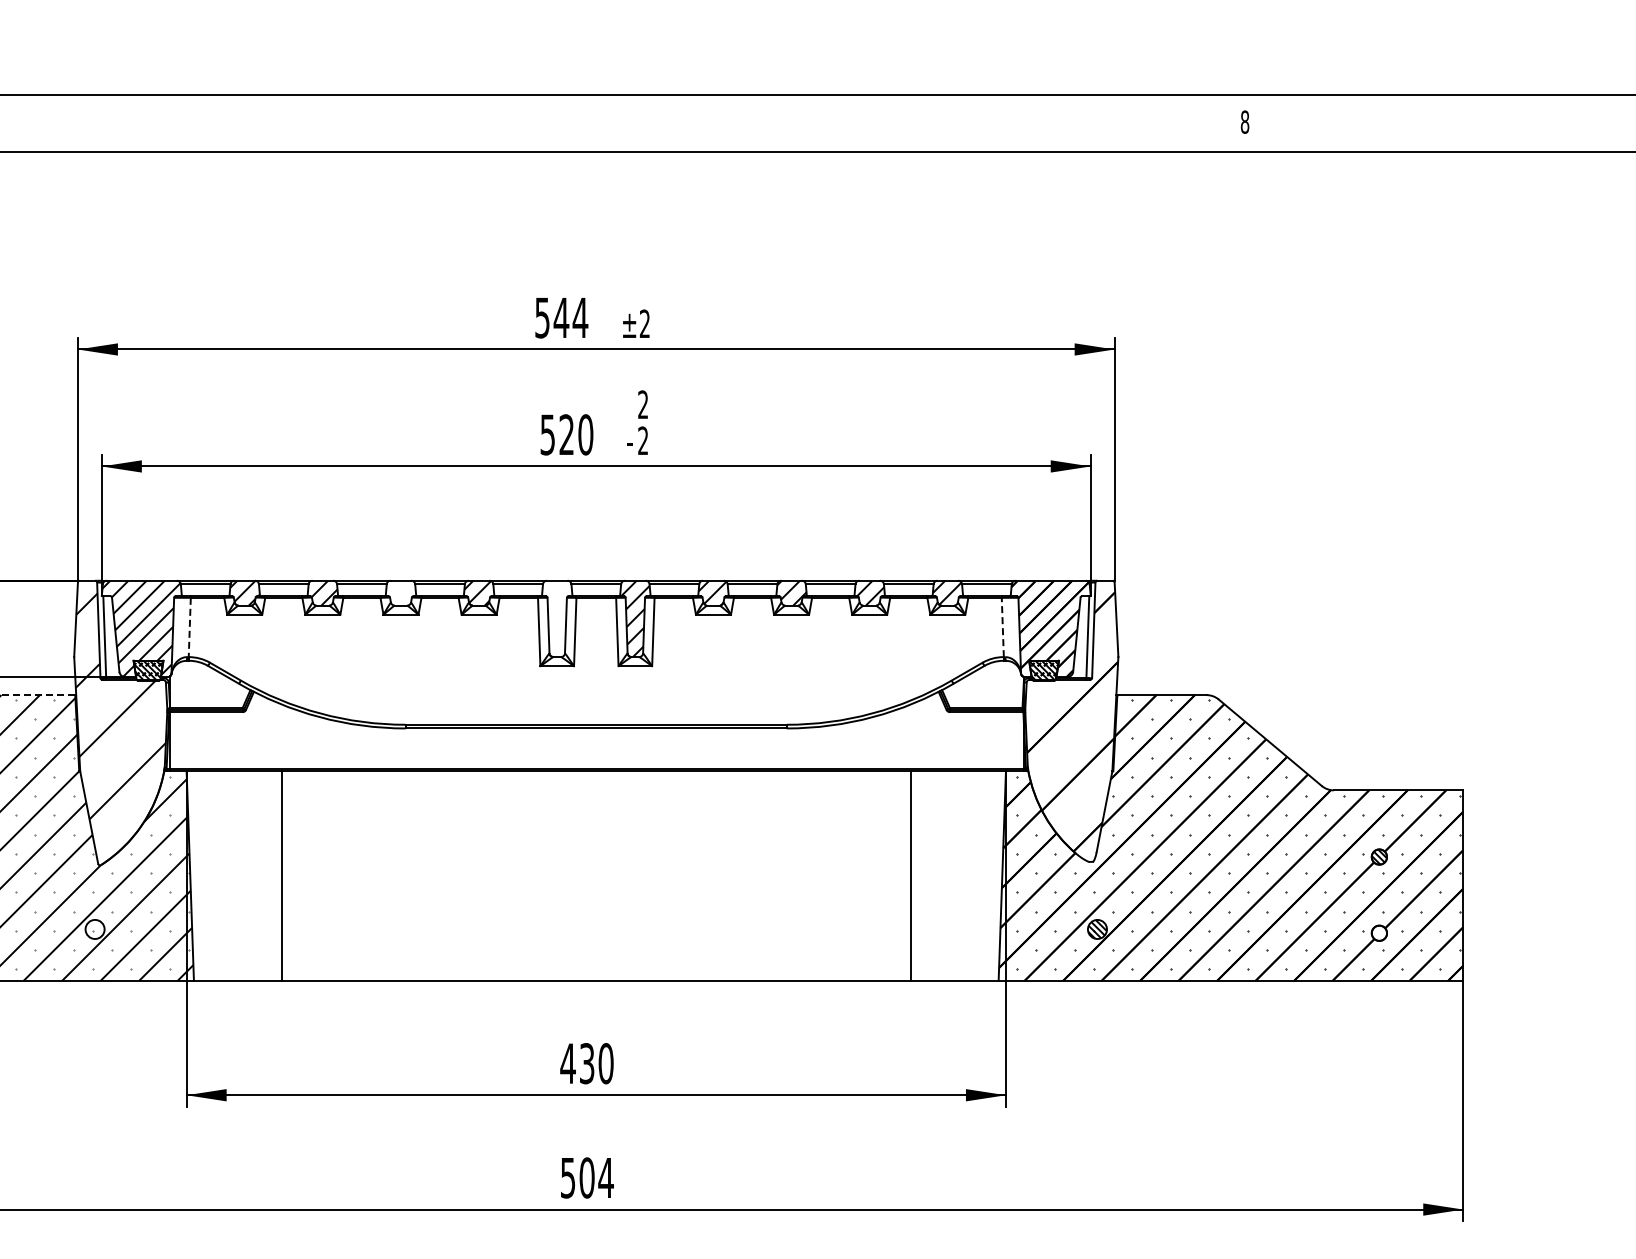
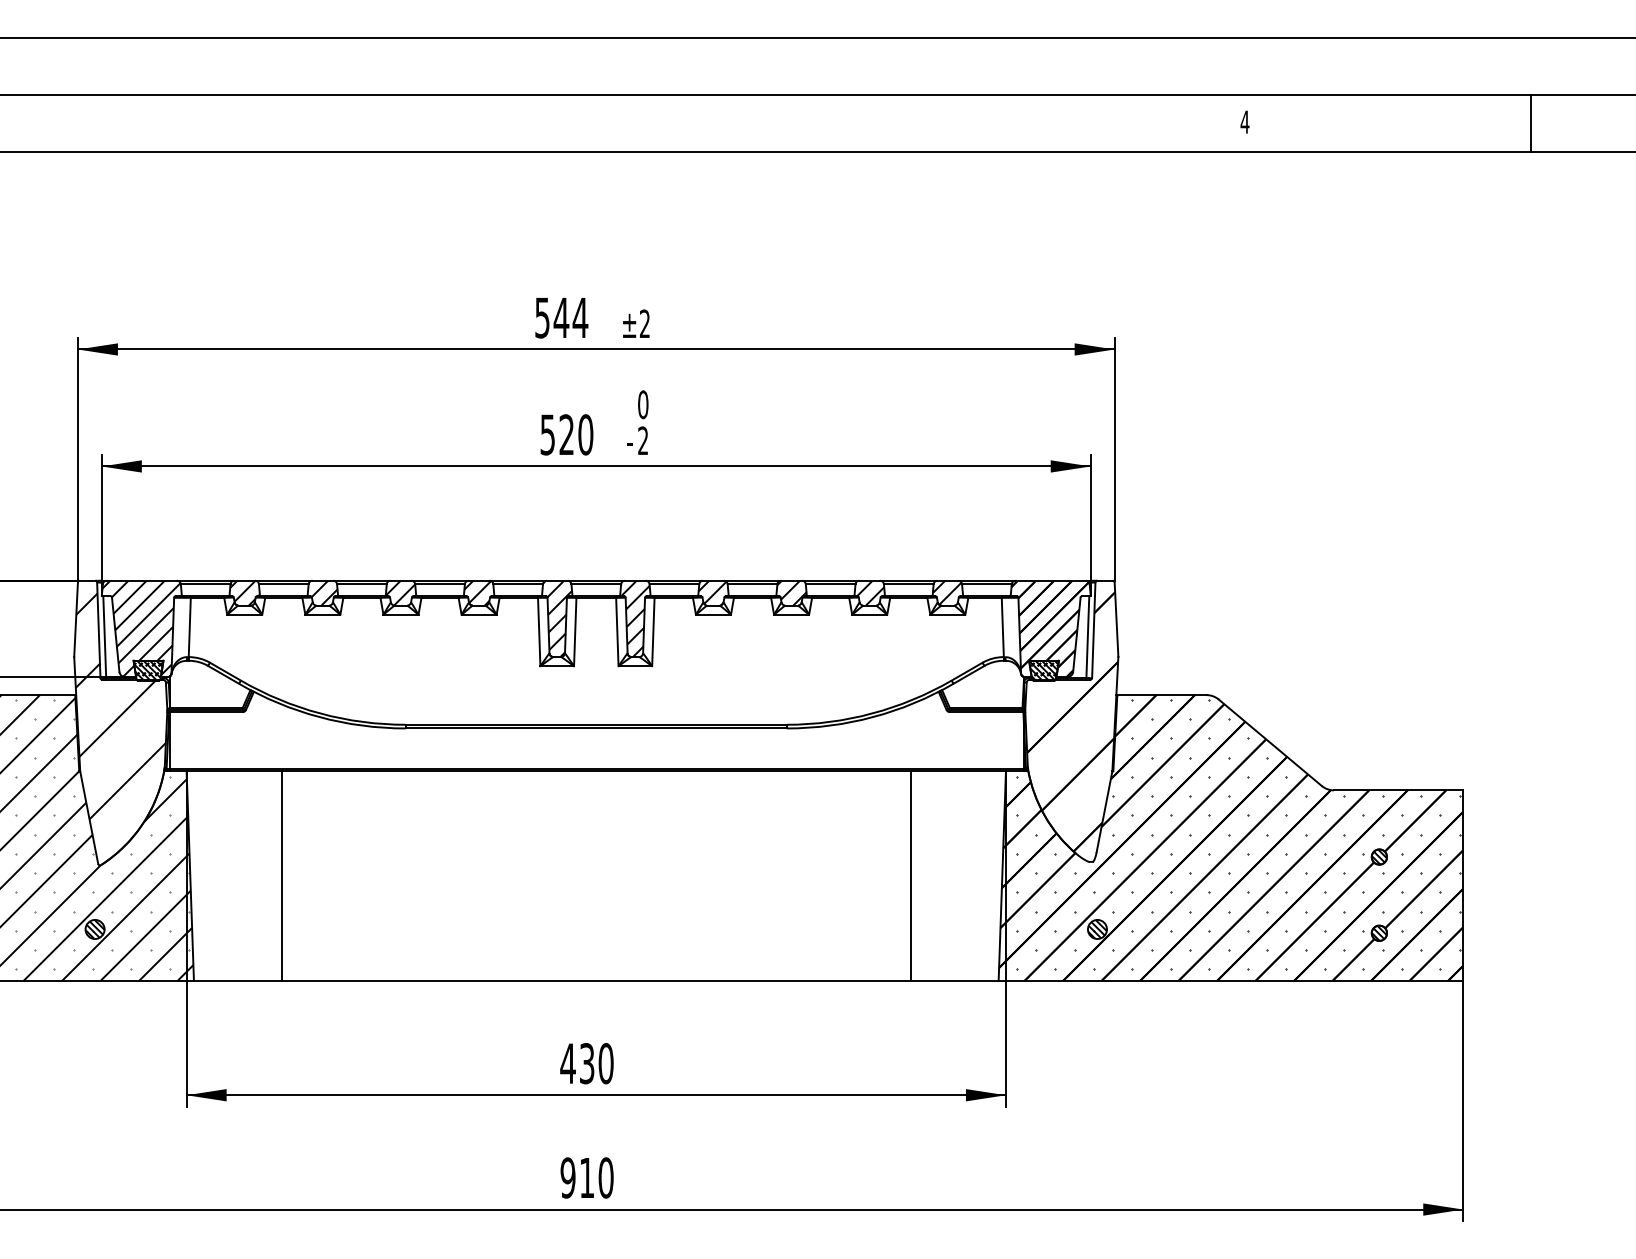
line at (817, 37): none -> present
text at (1244, 121): 8 -> 4
line at (1530, 123): none -> present
text at (643, 404): 2 -> 0
hatch at (400, 592): none -> present
hatch at (557, 618): none -> present
line at (189, 627): dashed -> solid
line at (1002, 627): dashed -> solid
line at (37, 695): dashed -> solid
hatch at (94, 928): none -> present
hatch at (1378, 932): none -> present
text at (586, 1177): 504 -> 910
